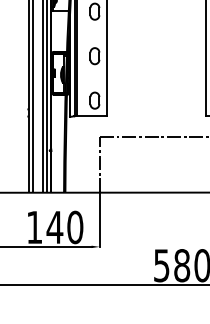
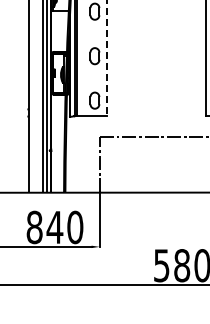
line at (107, 58): solid -> dashed
line at (33, 97): present -> none
text at (34, 227): 140 -> 840
